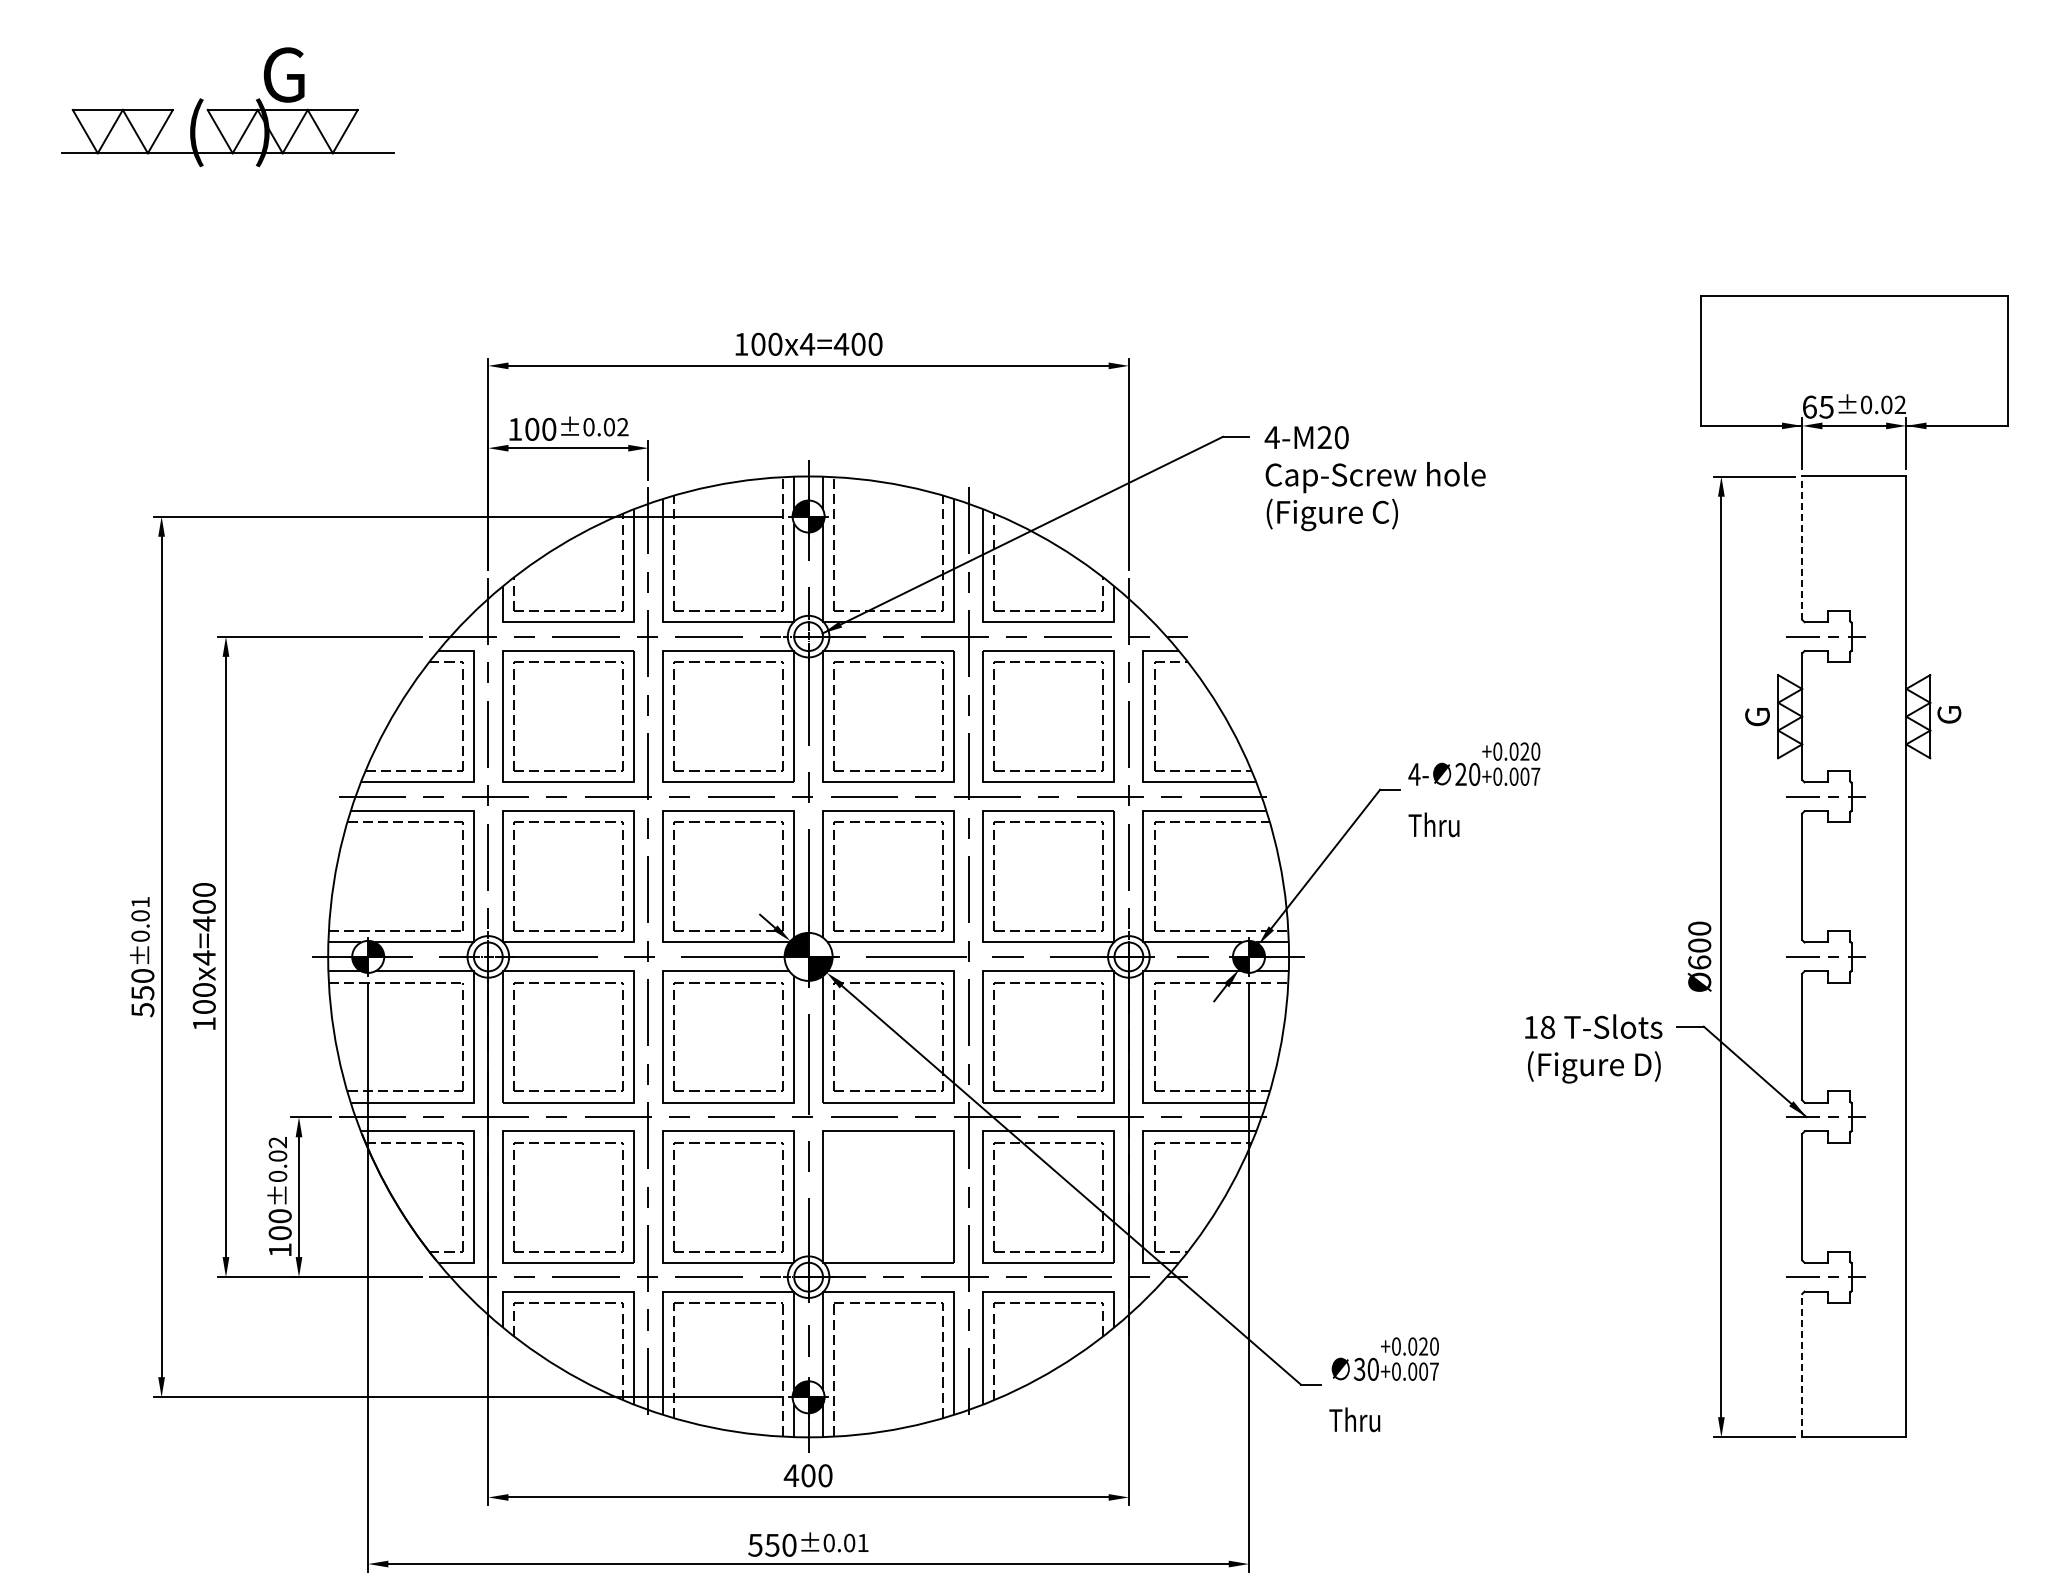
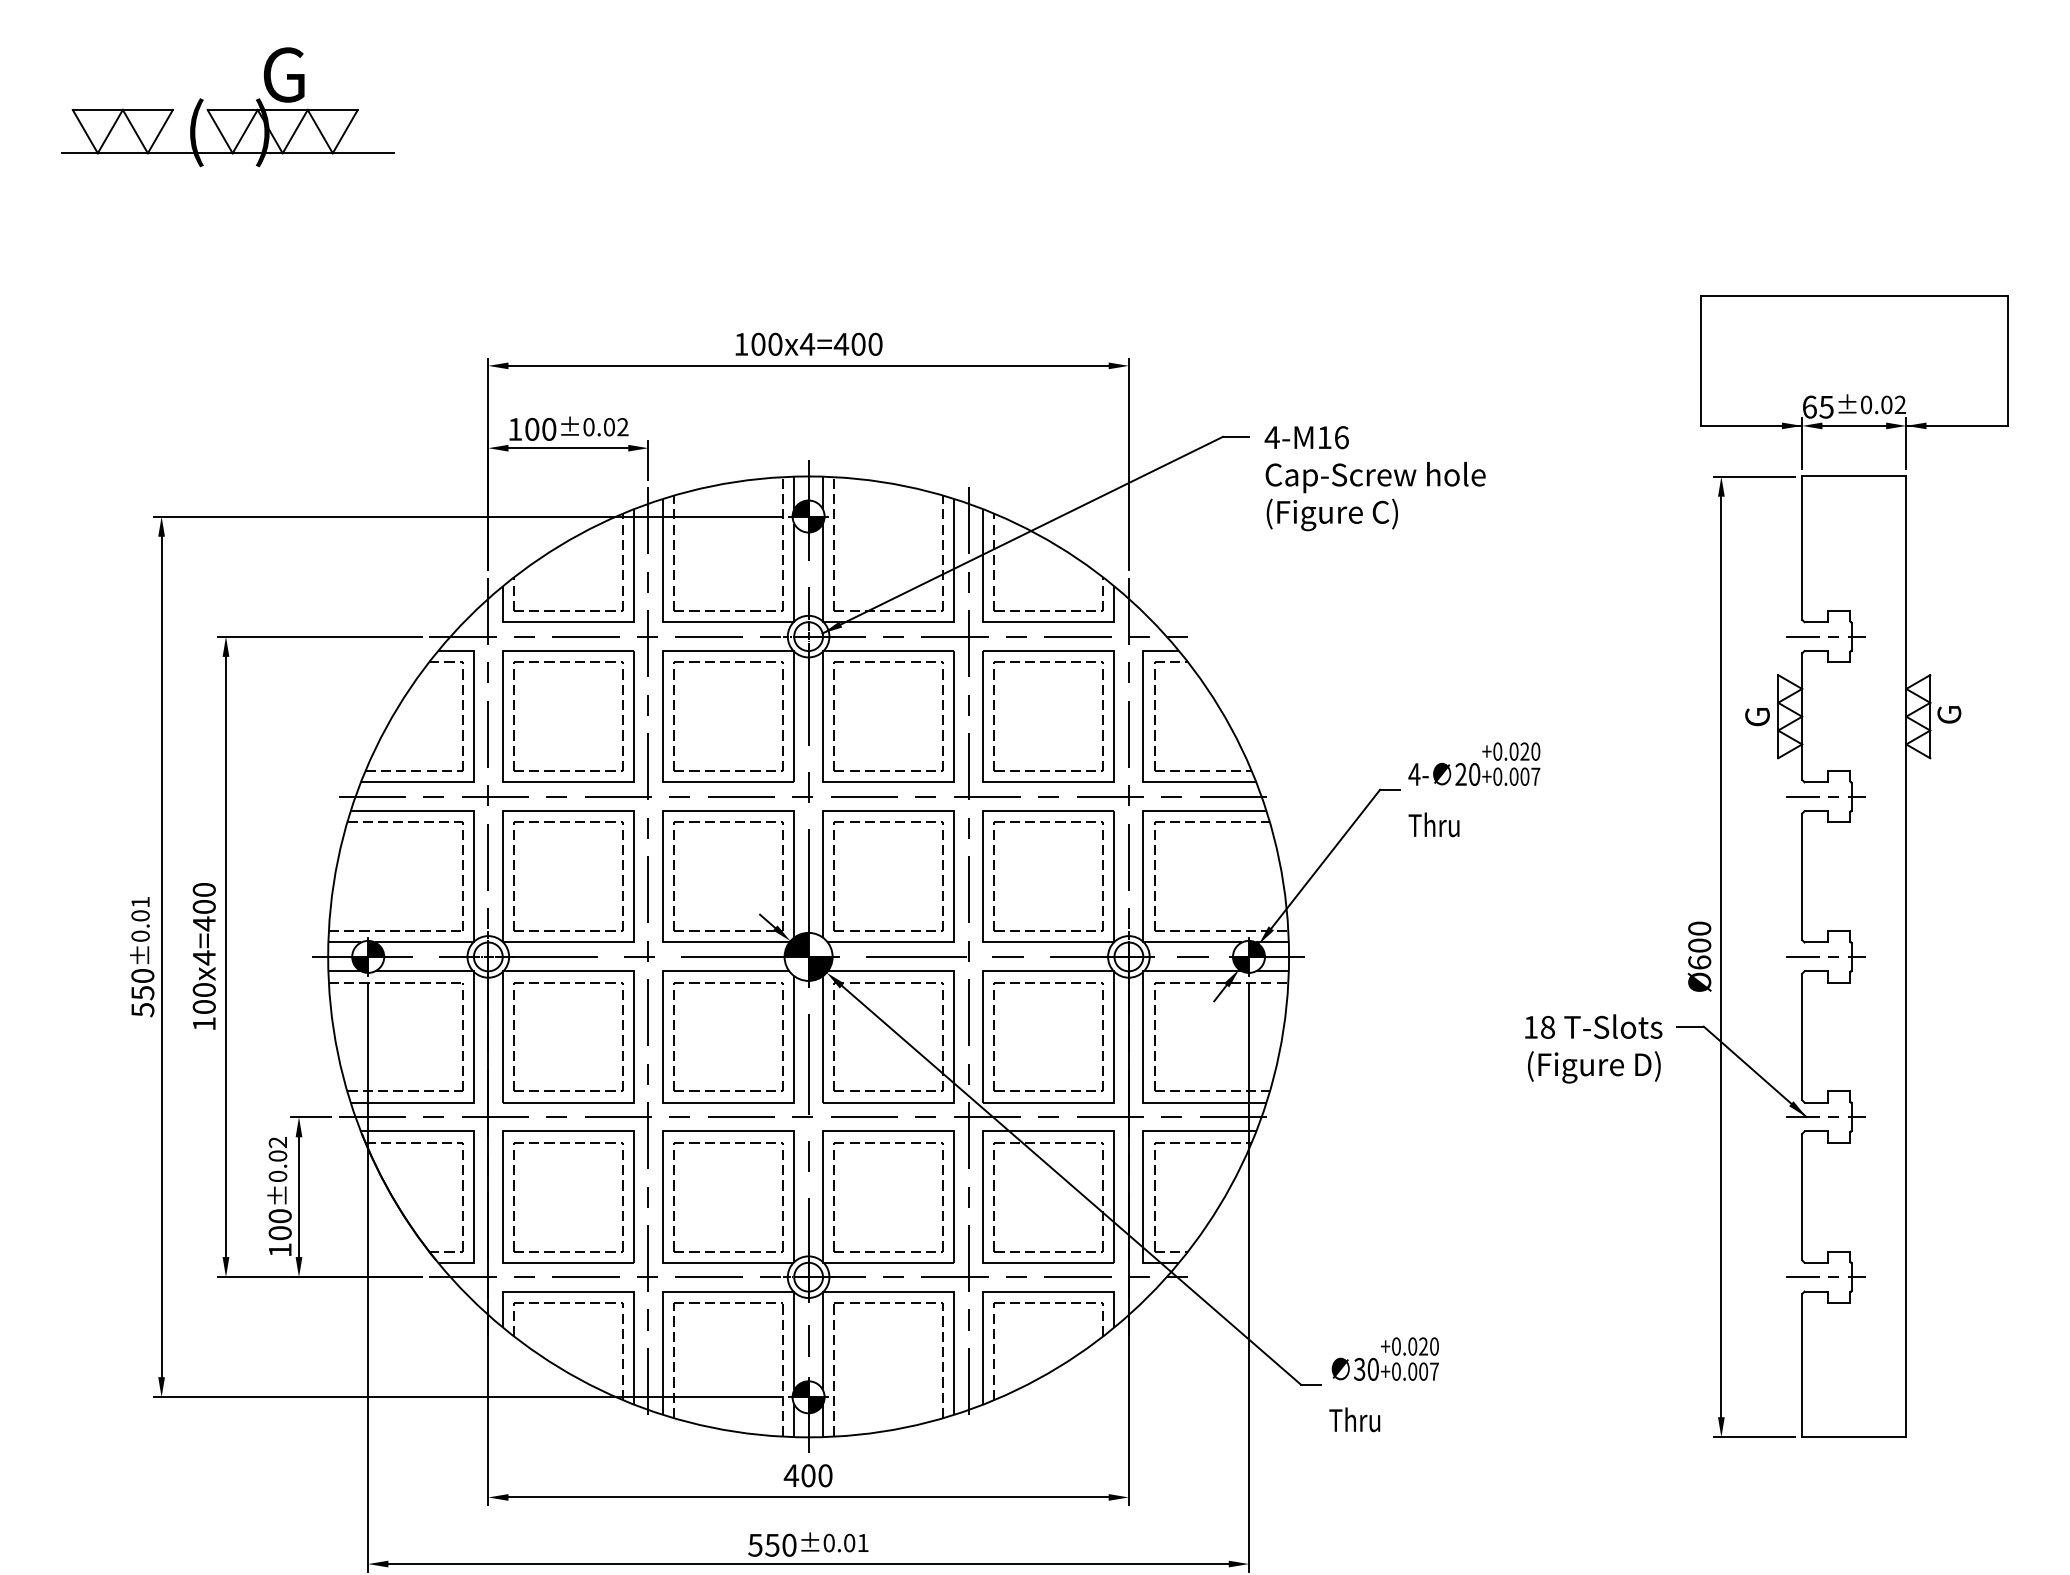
text at (1332, 437): 4-M20 -> 4-M16
line at (1802, 548): dashed -> solid
part at (888, 1143): none -> present
line at (1802, 1365): dashed -> solid
